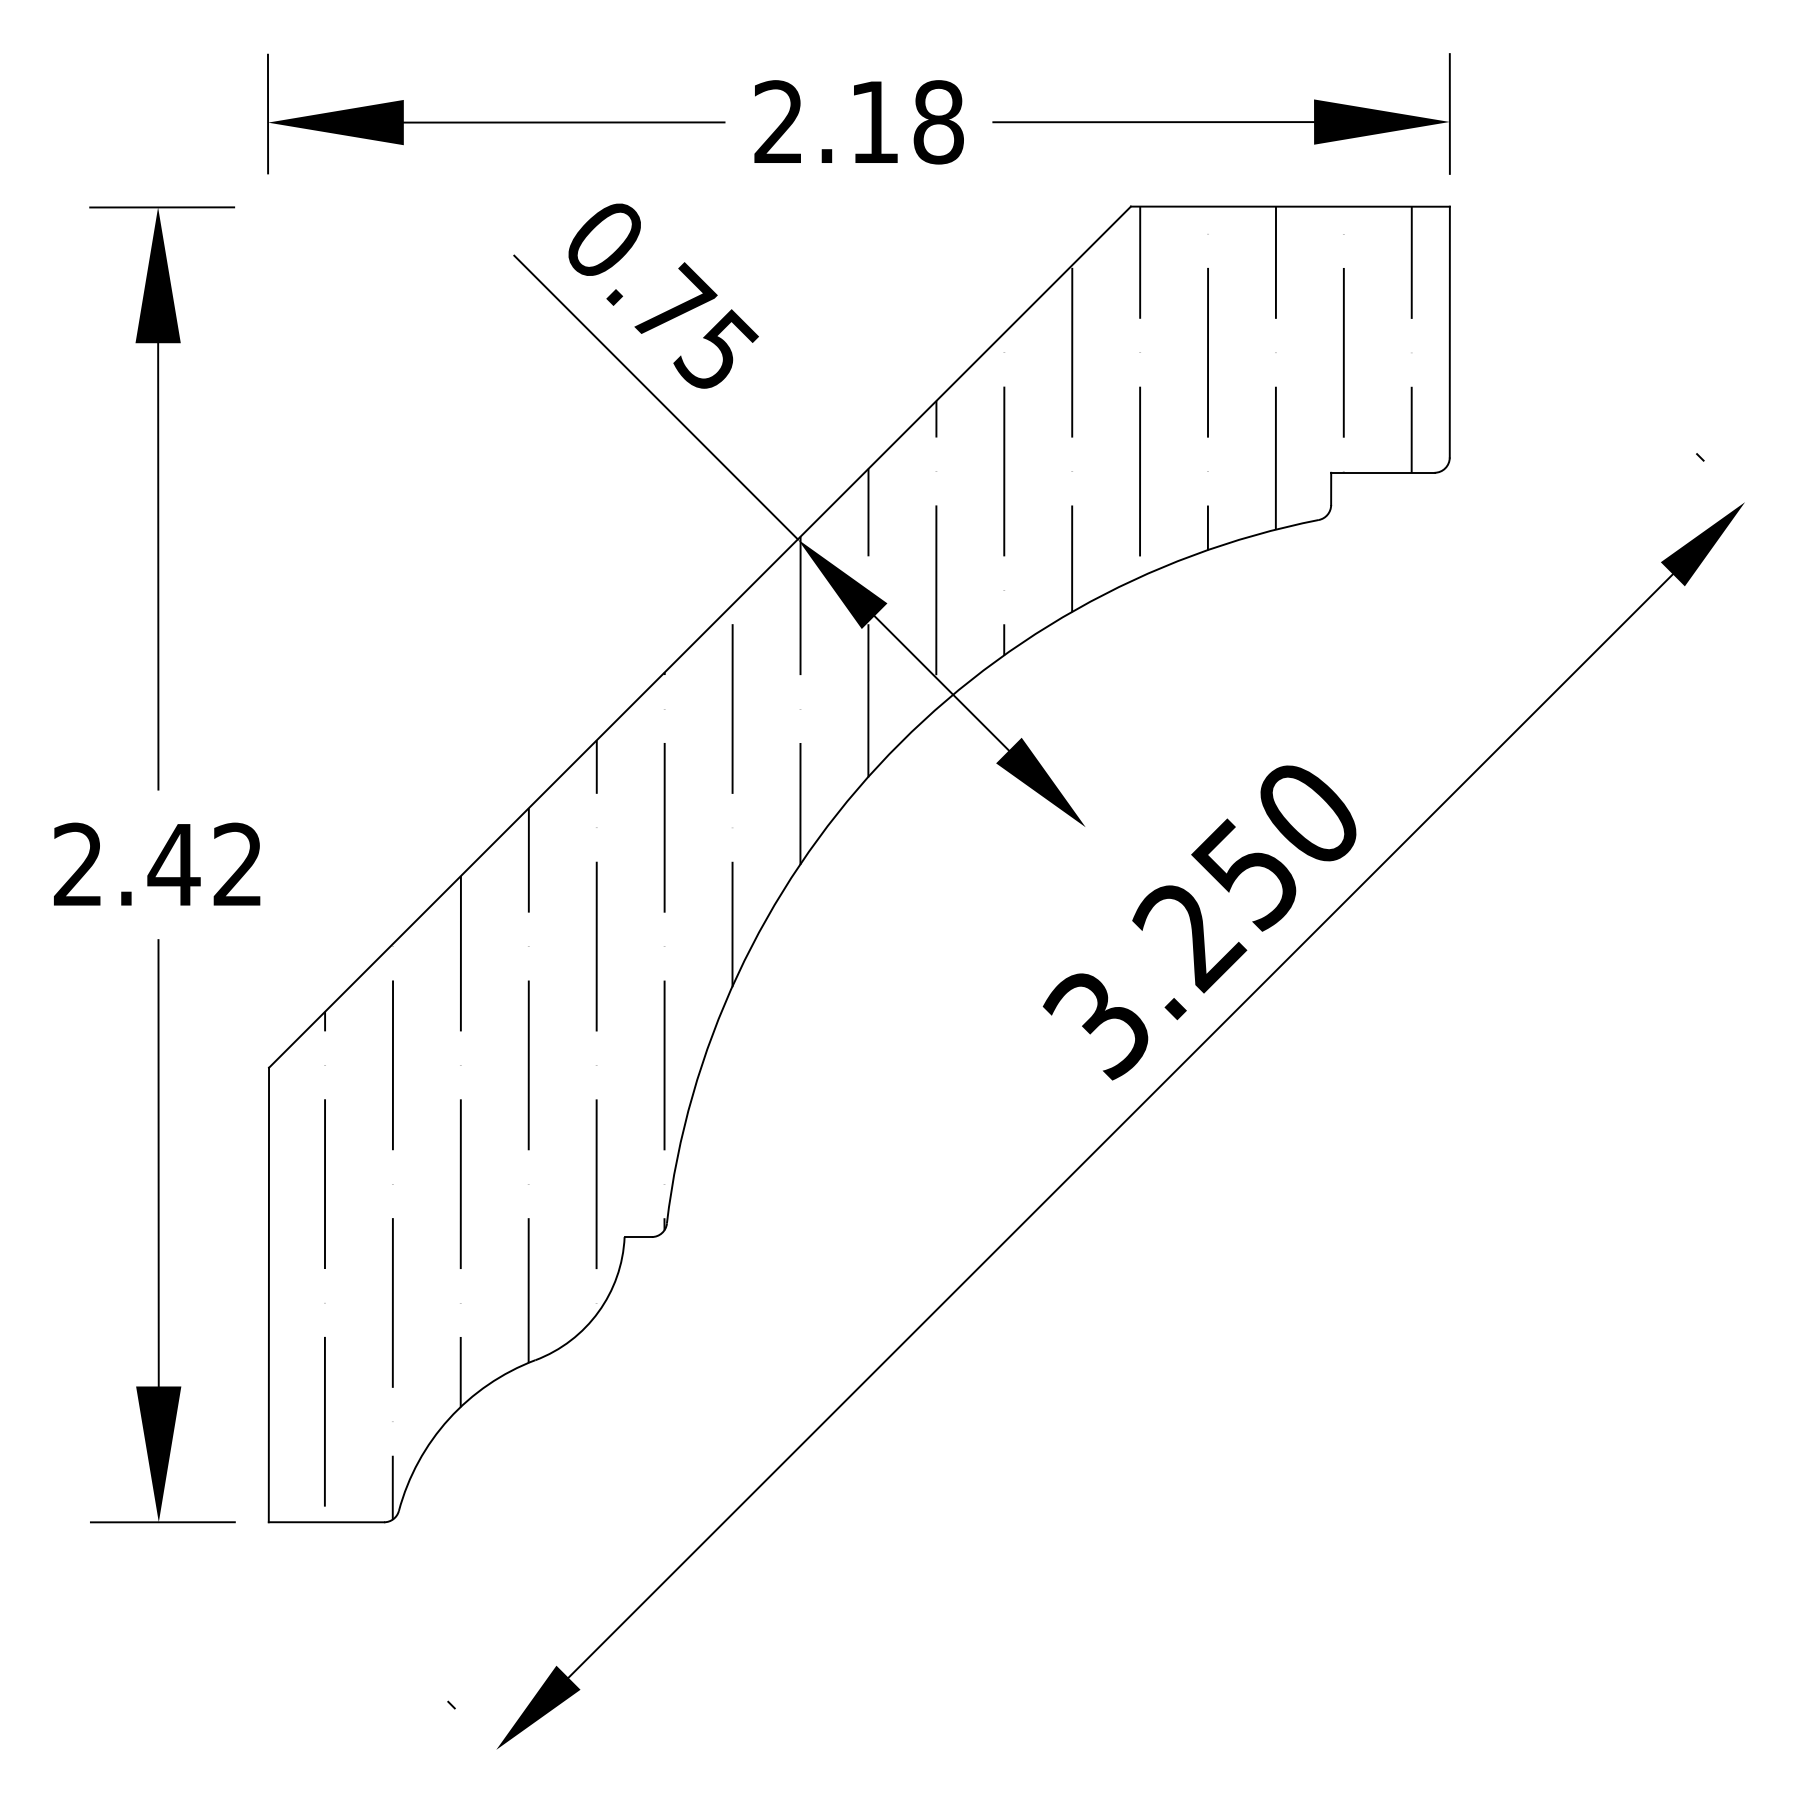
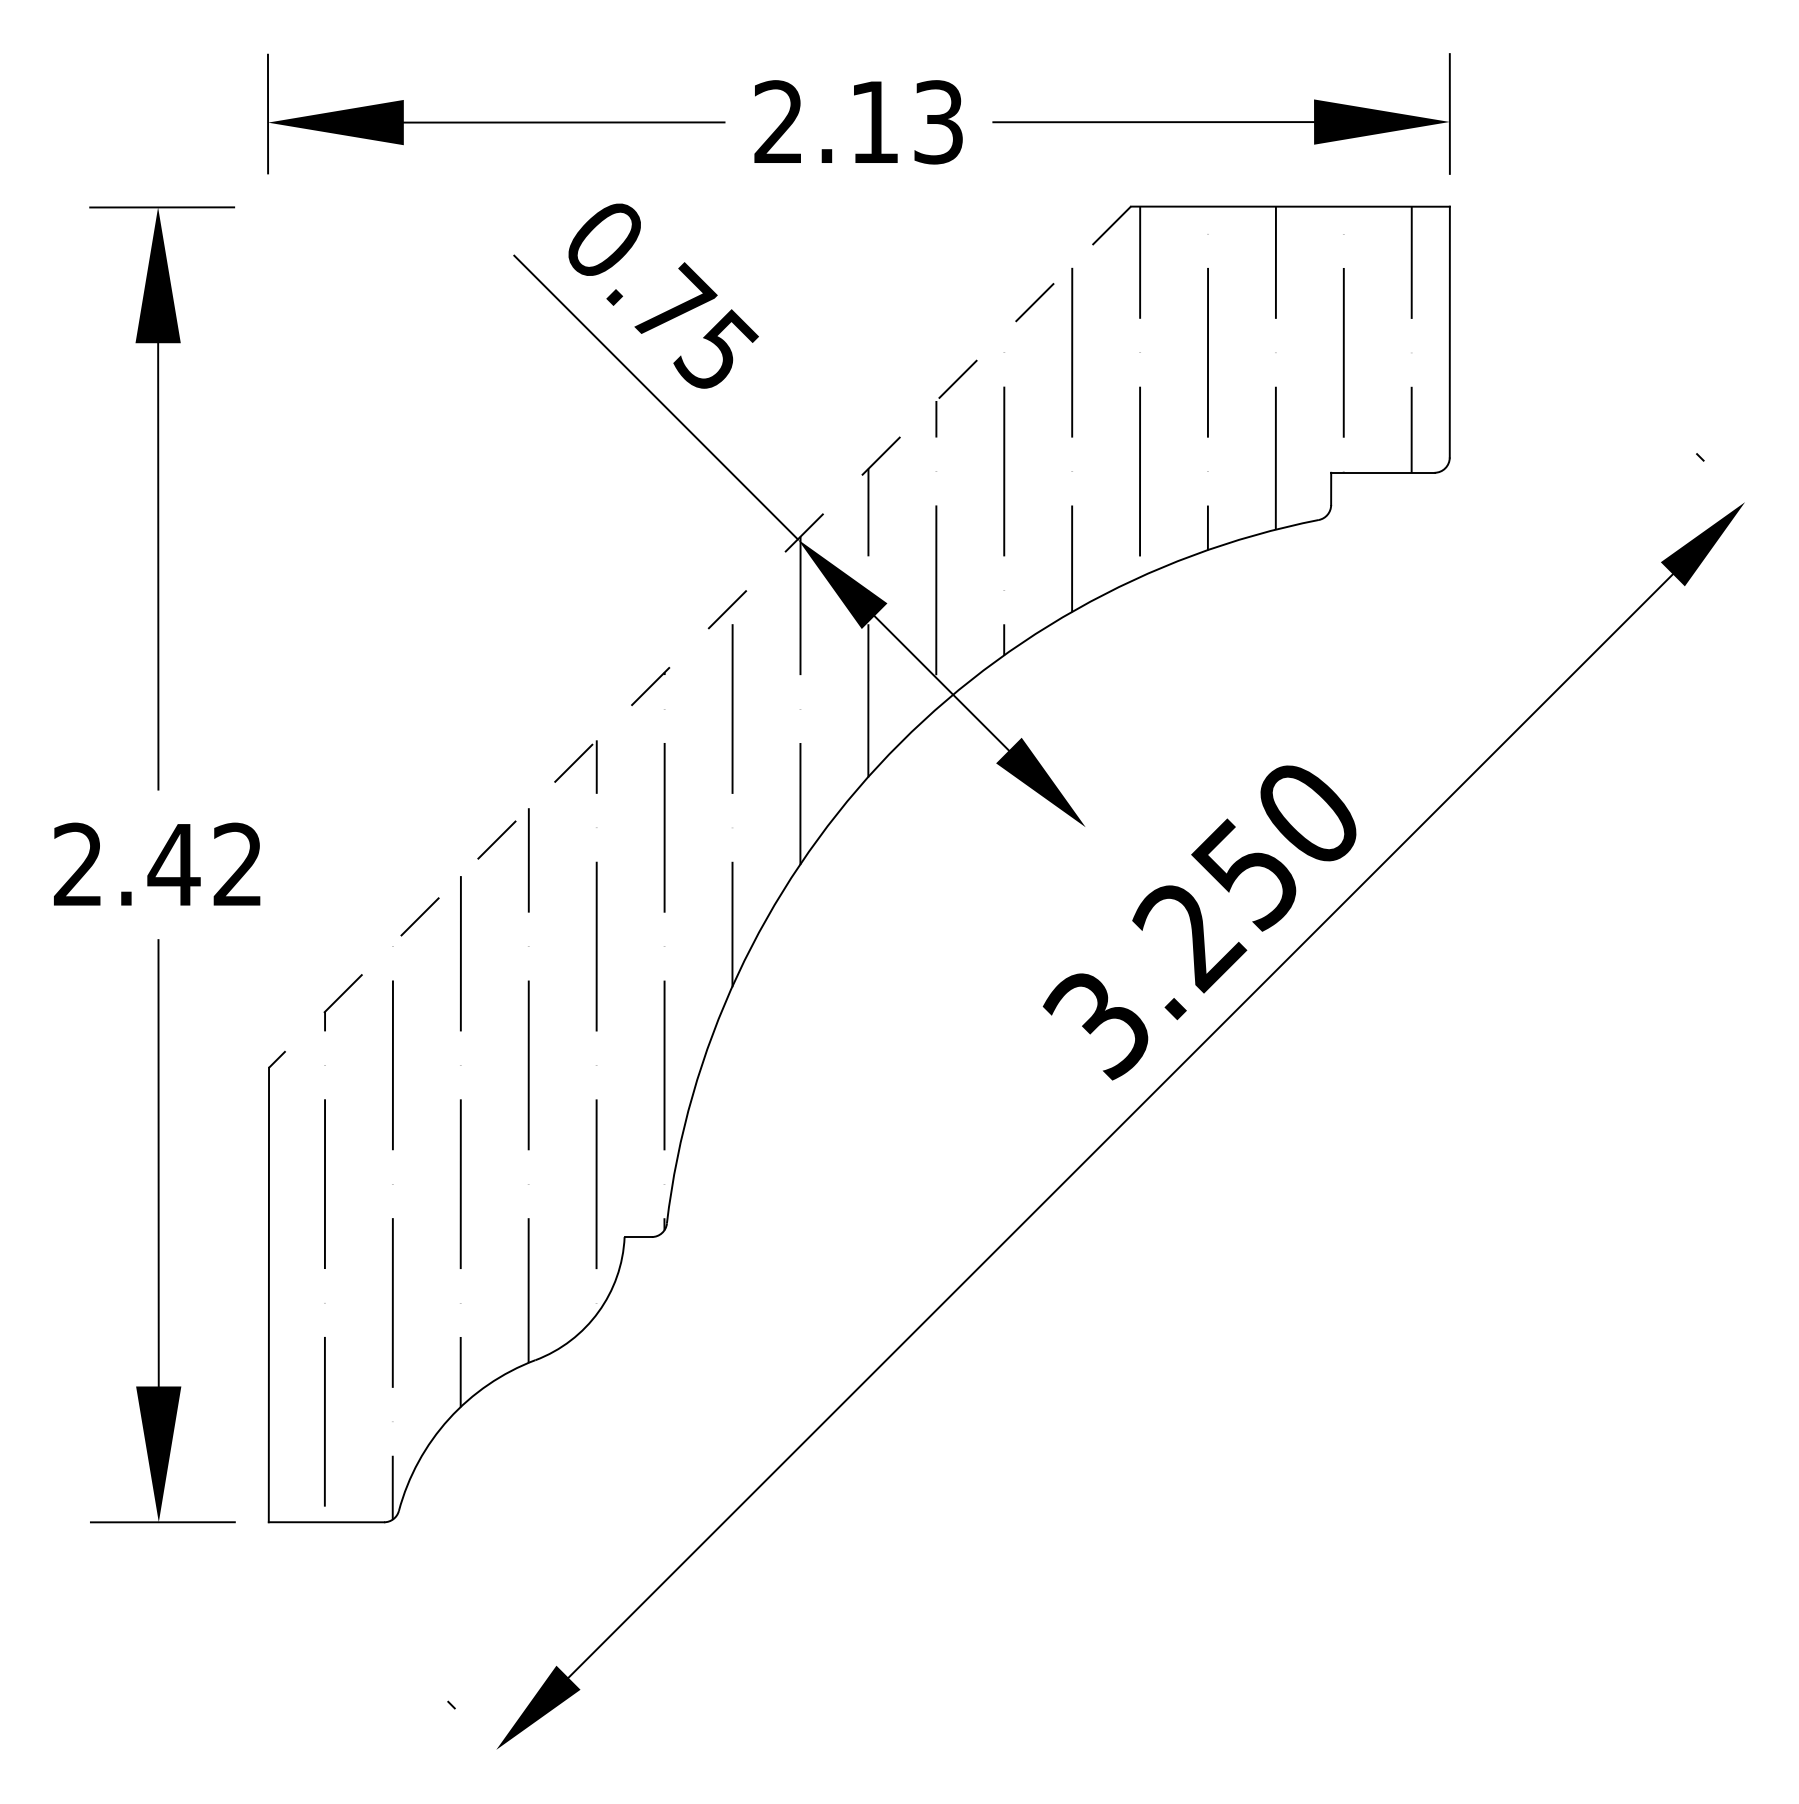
text at (938, 122): 2.18 -> 2.13
line at (699, 637): solid -> dashed
